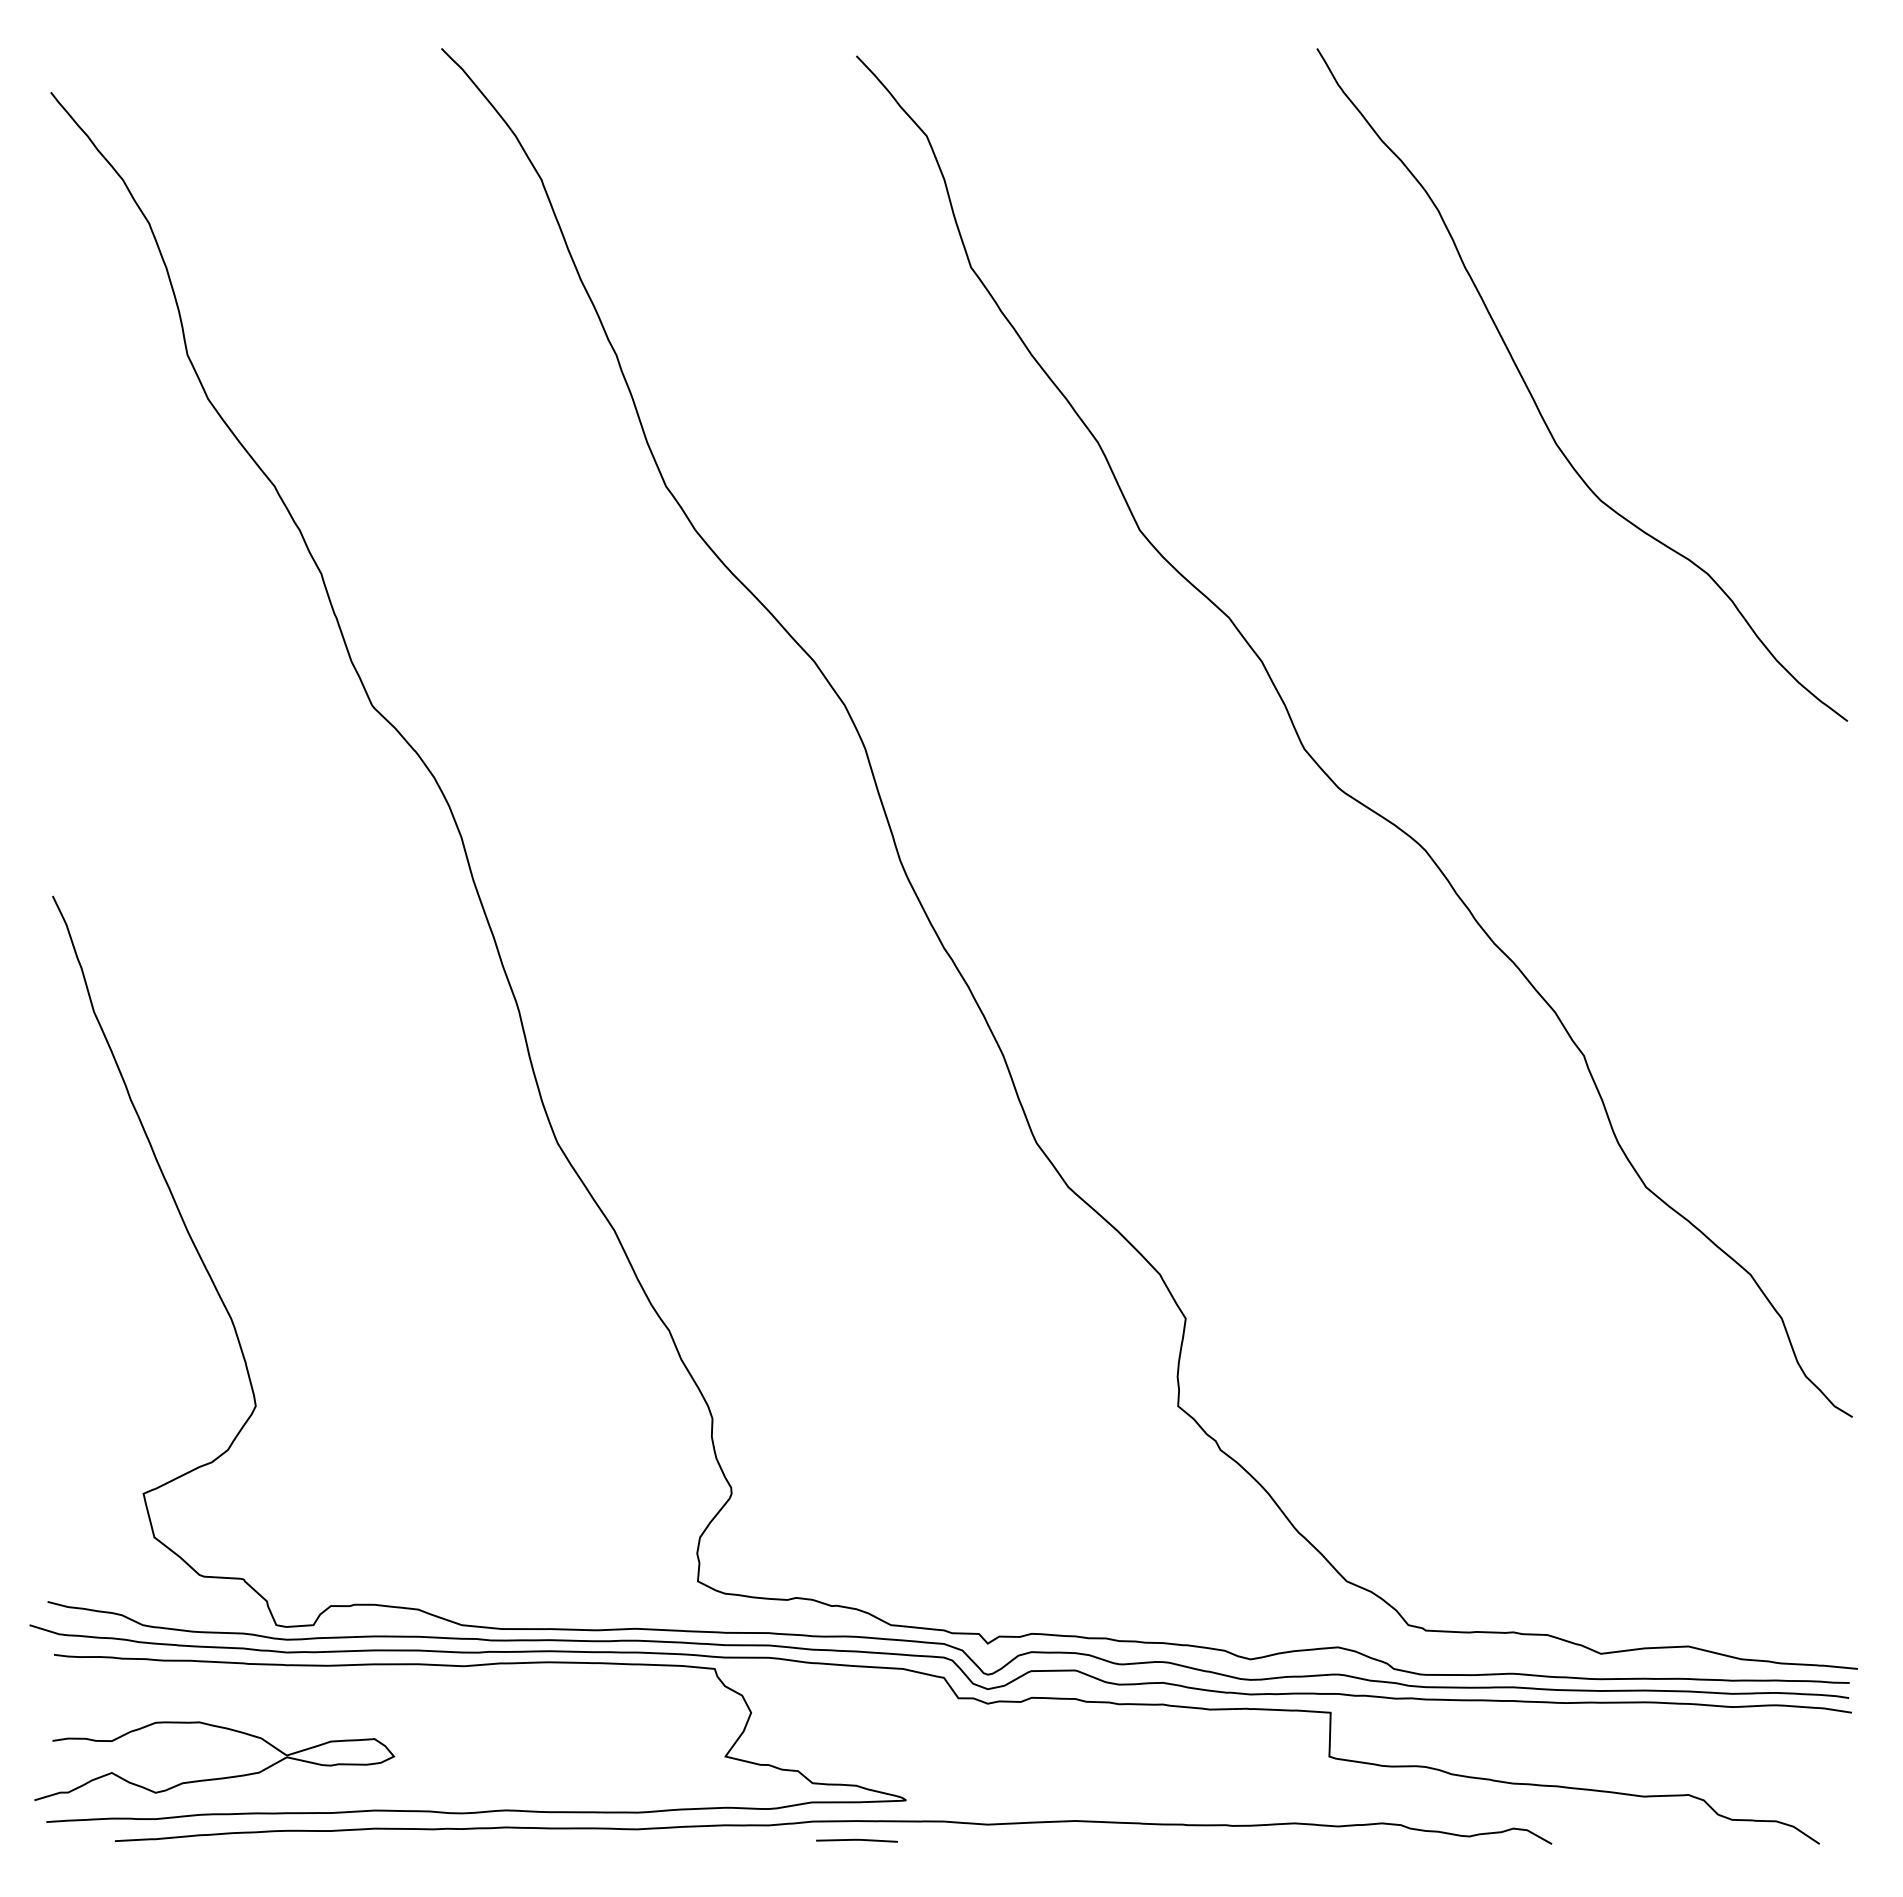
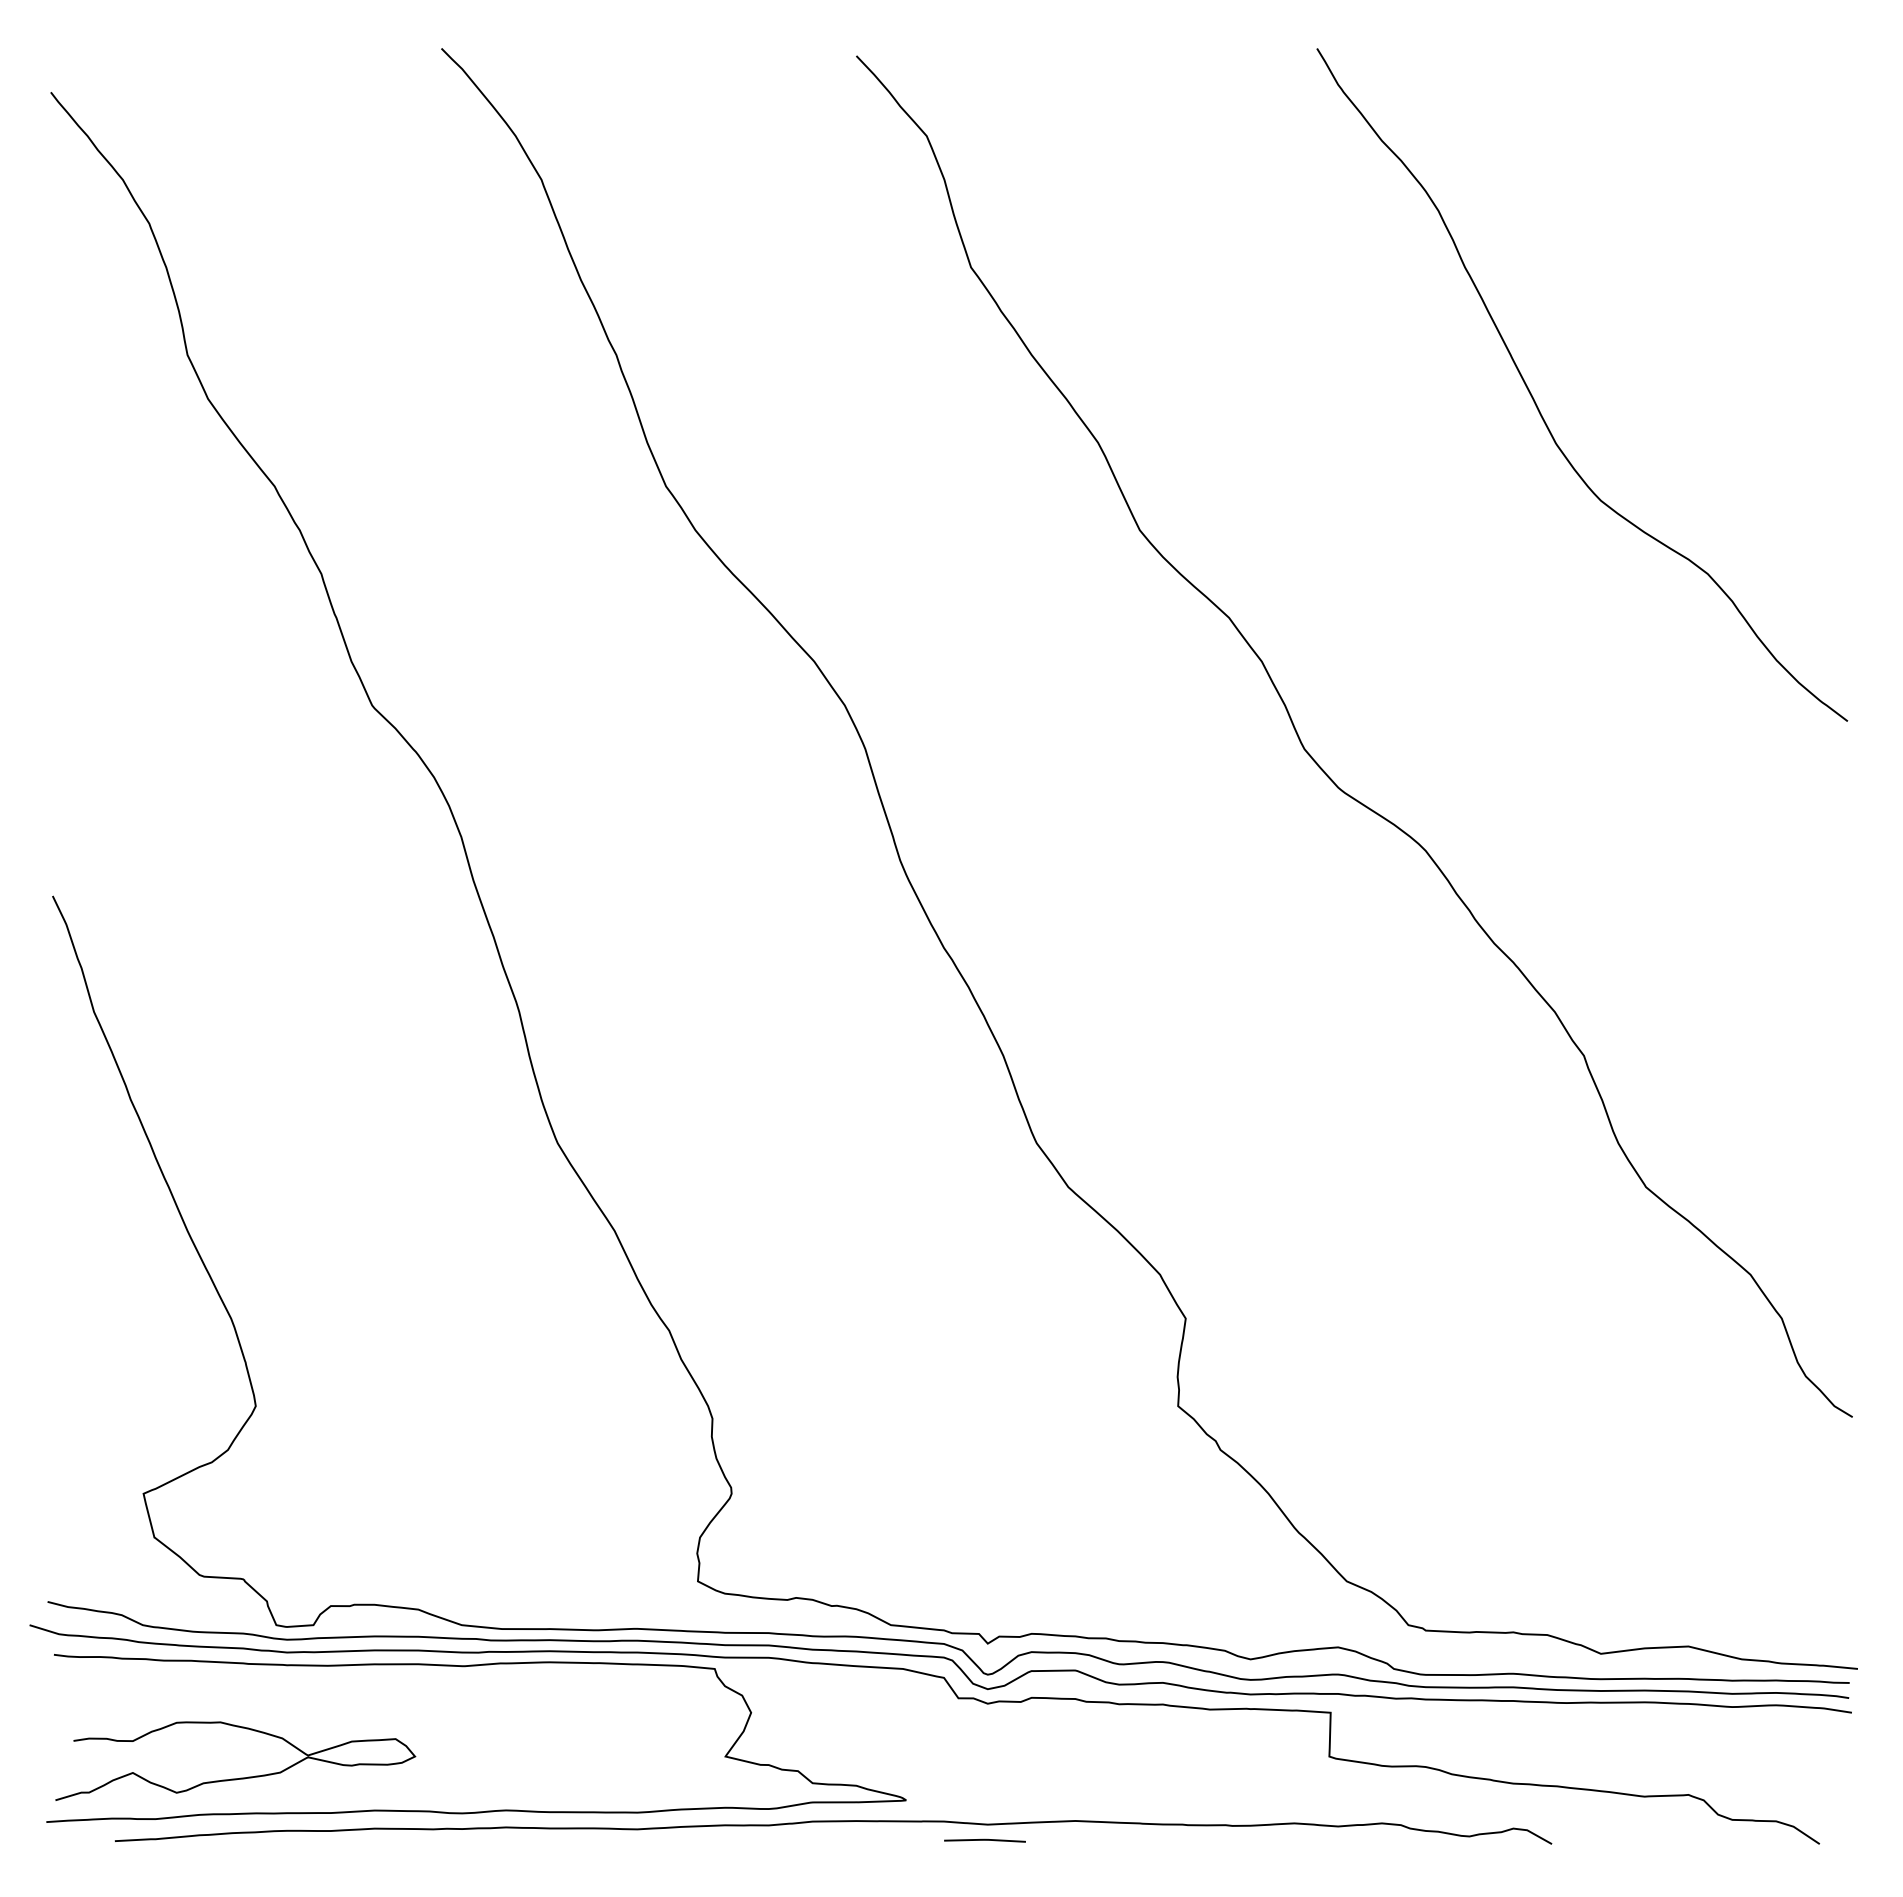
curve at (219, 1777) position: (219, 1777) -> (240, 1777)
line at (856, 1840) position: (856, 1840) -> (984, 1840)
